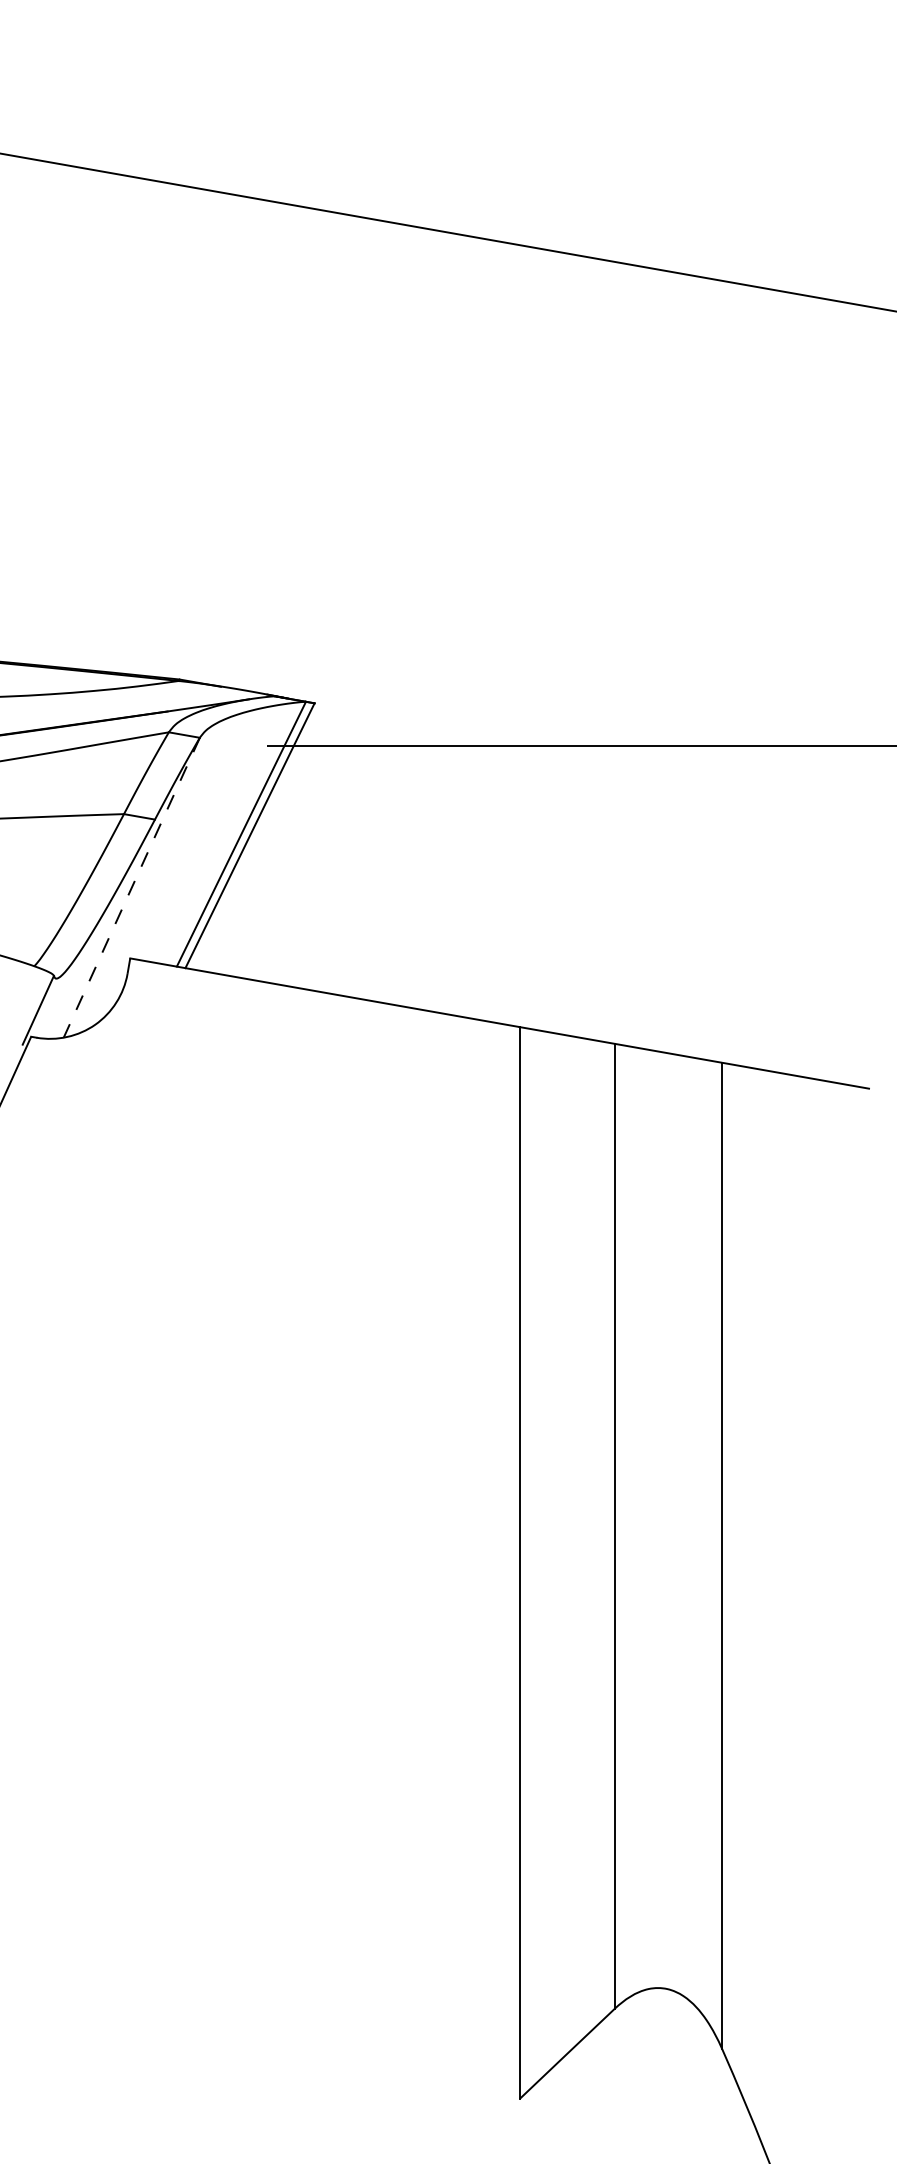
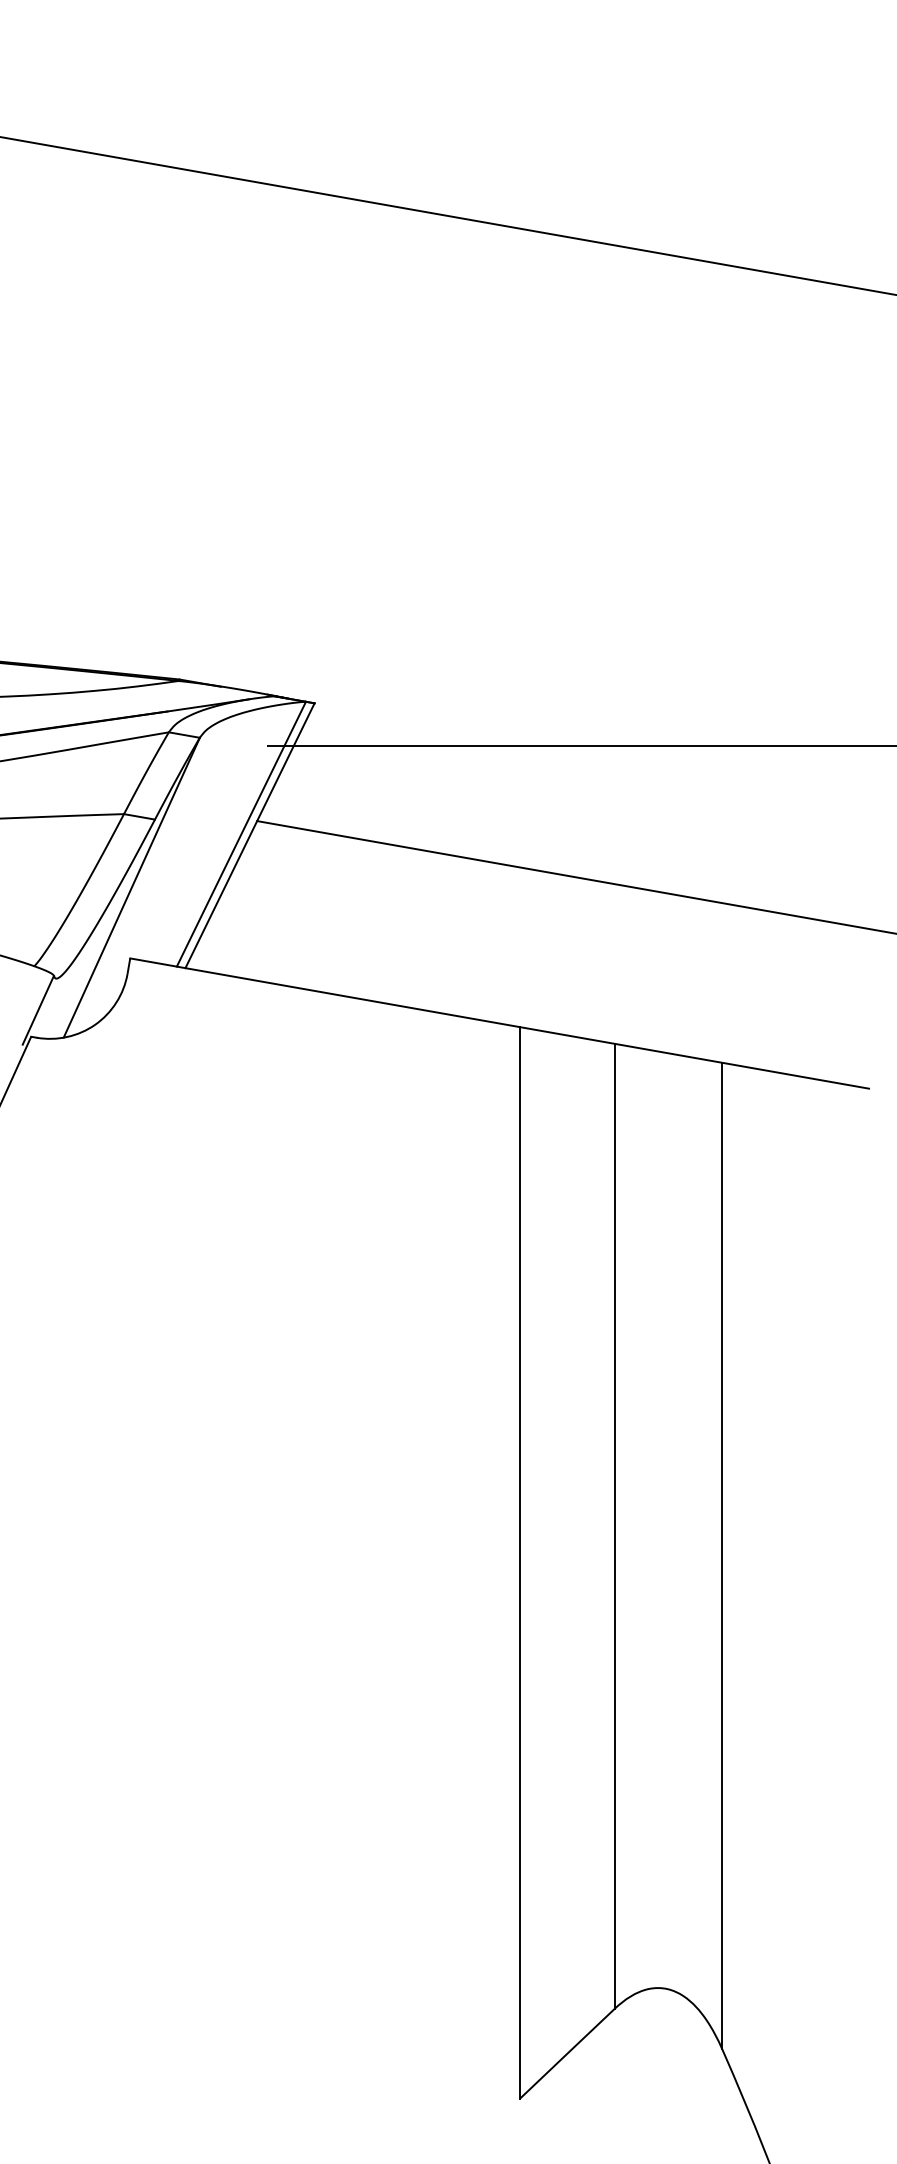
line at (447, 232) position: (447, 232) -> (447, 215)
line at (575, 877): none -> present
line at (131, 887): dashed -> solid
